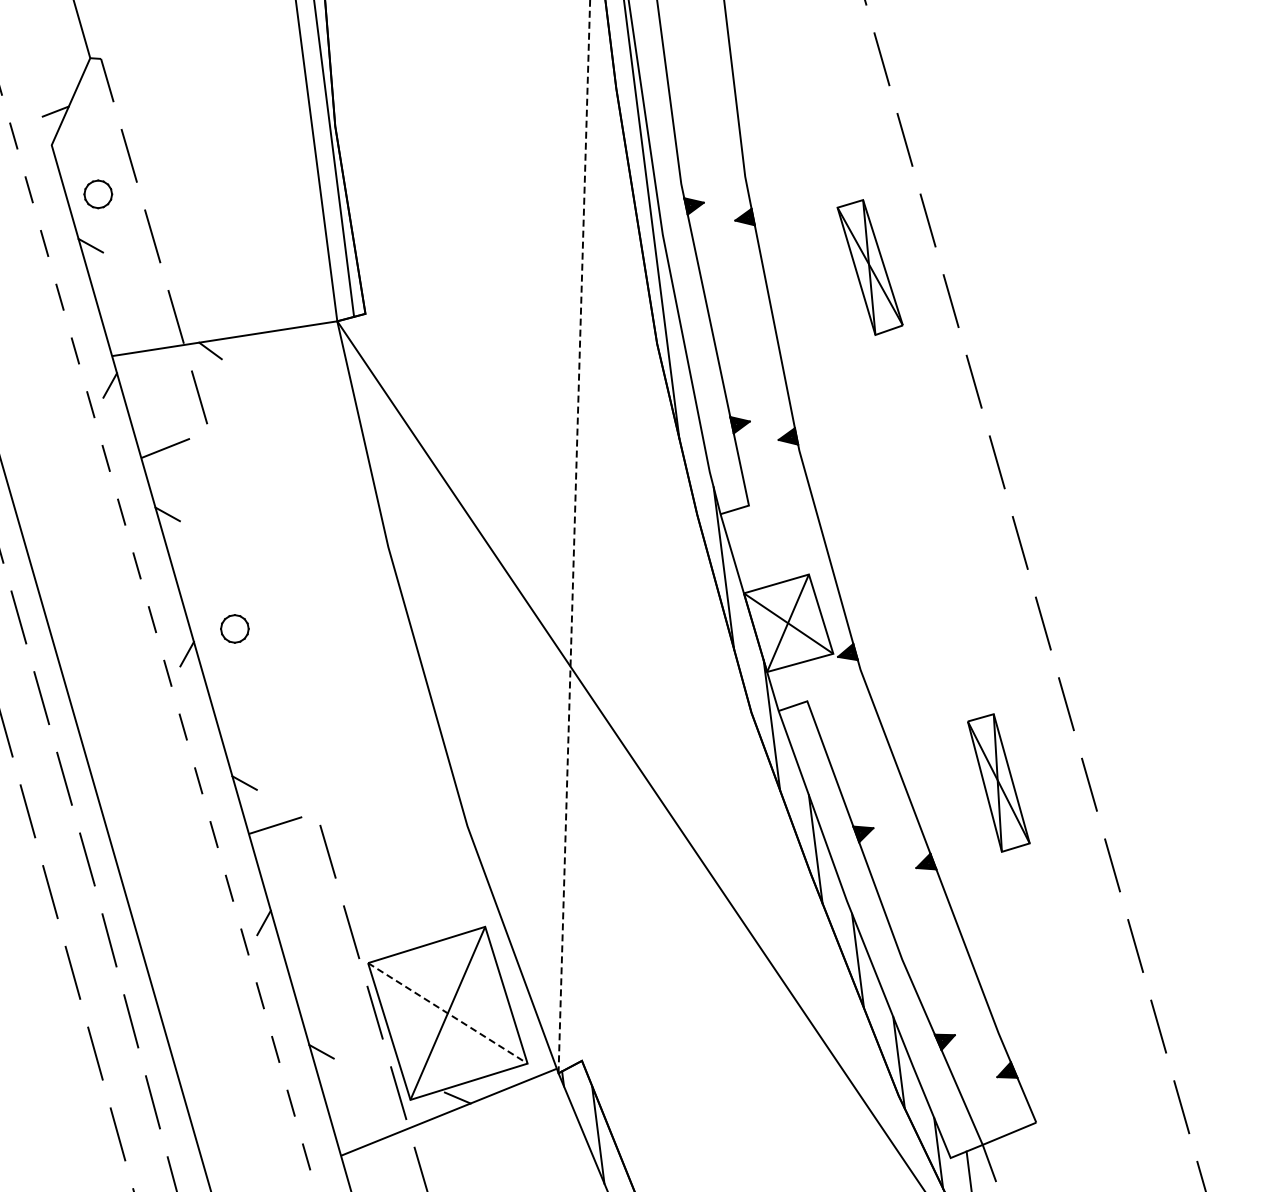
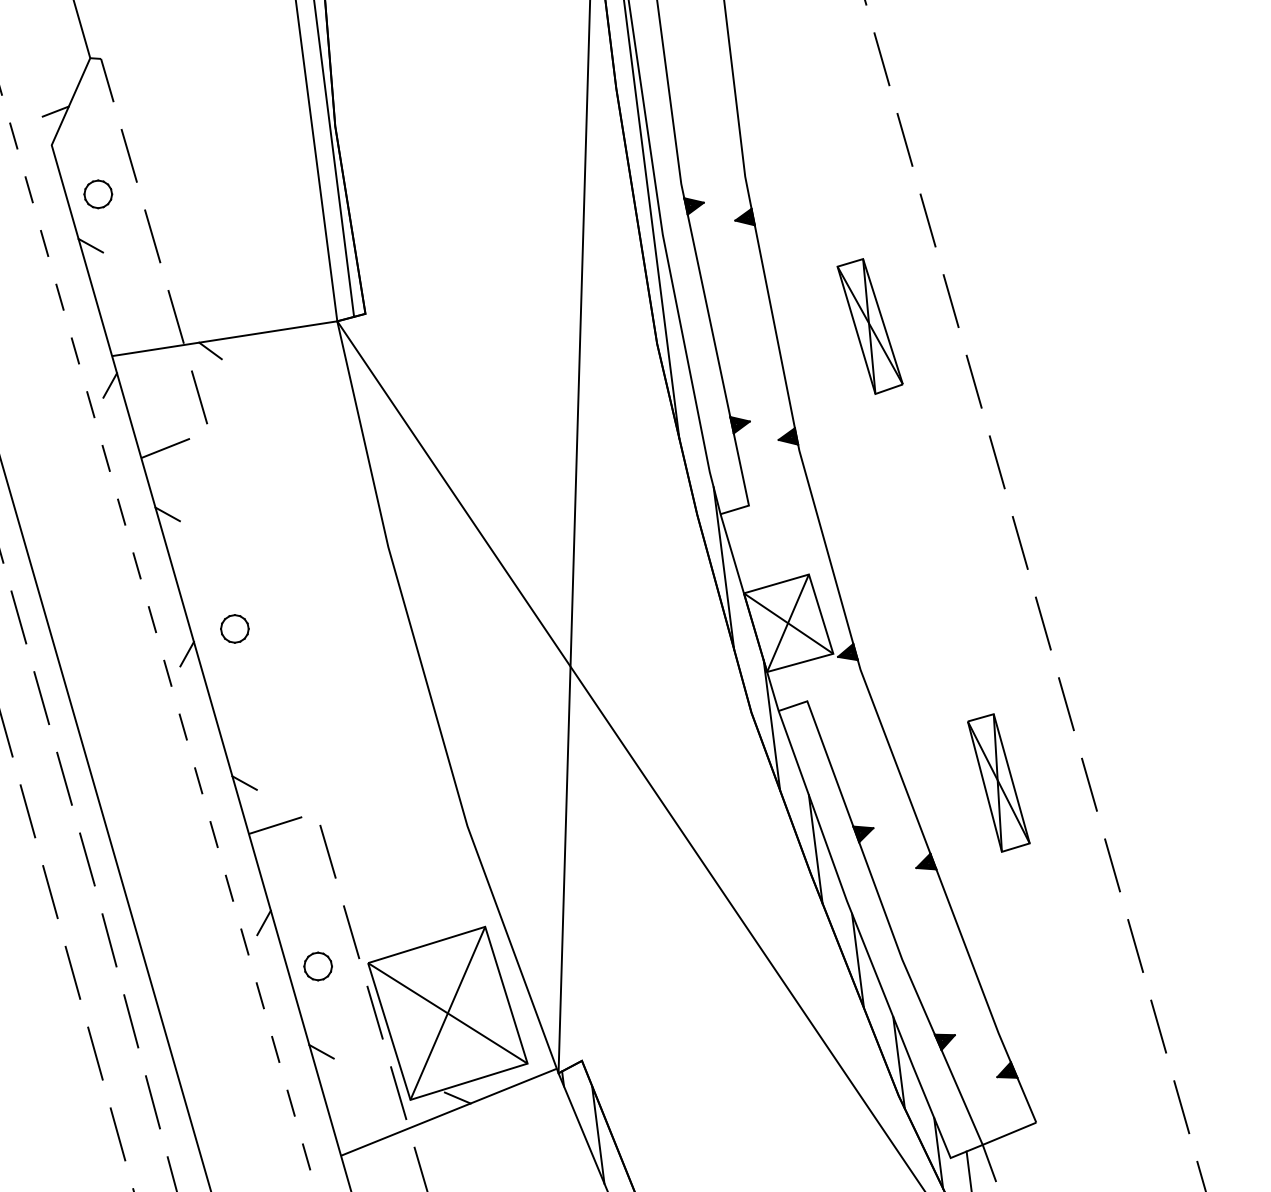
part at (869, 267) position: (869, 267) -> (869, 326)
line at (574, 536): dashed -> solid
part at (317, 966): none -> present
line at (448, 1013): dashed -> solid
